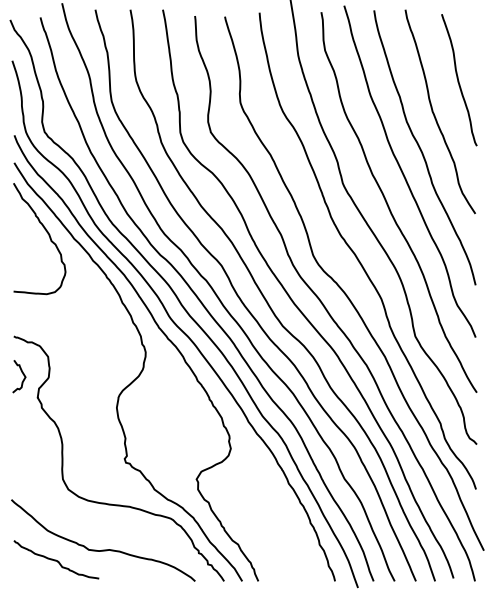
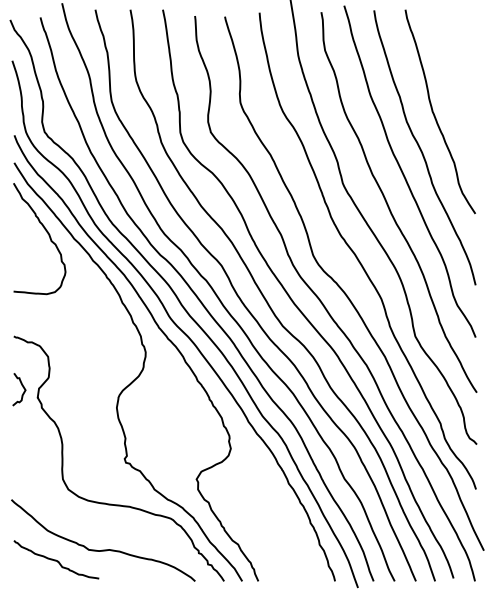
curve at (459, 80): present -> none
curve at (22, 374) position: (22, 374) -> (22, 387)
